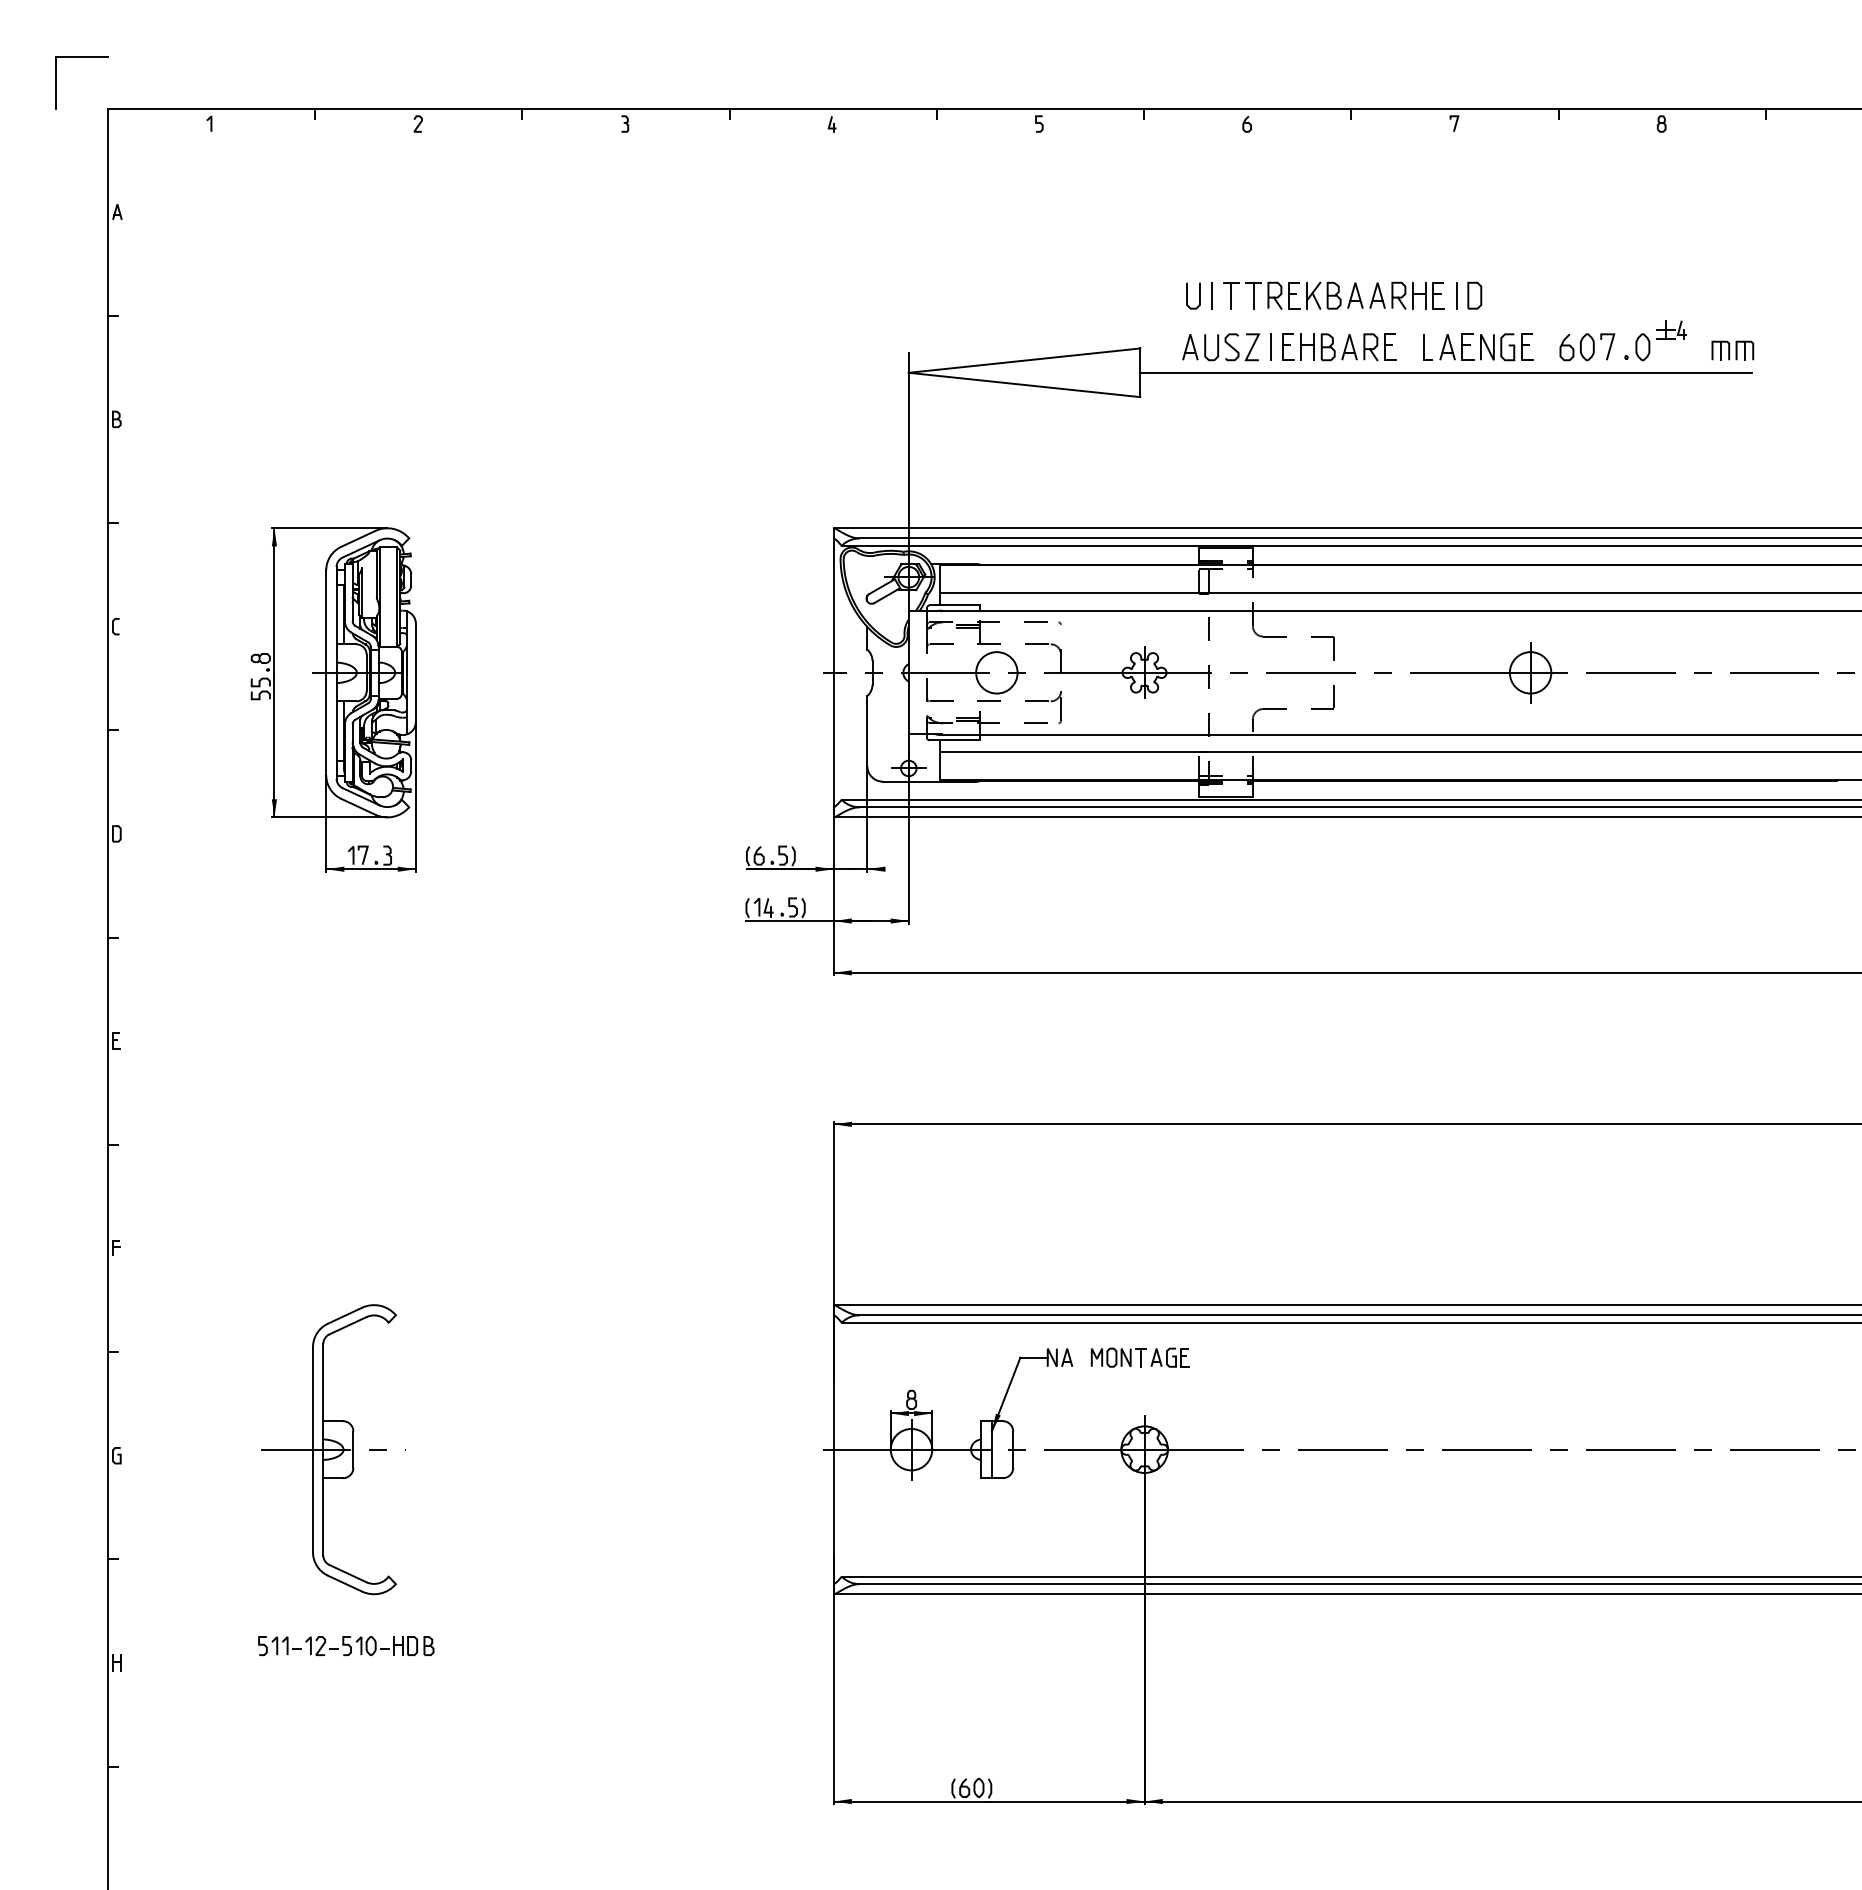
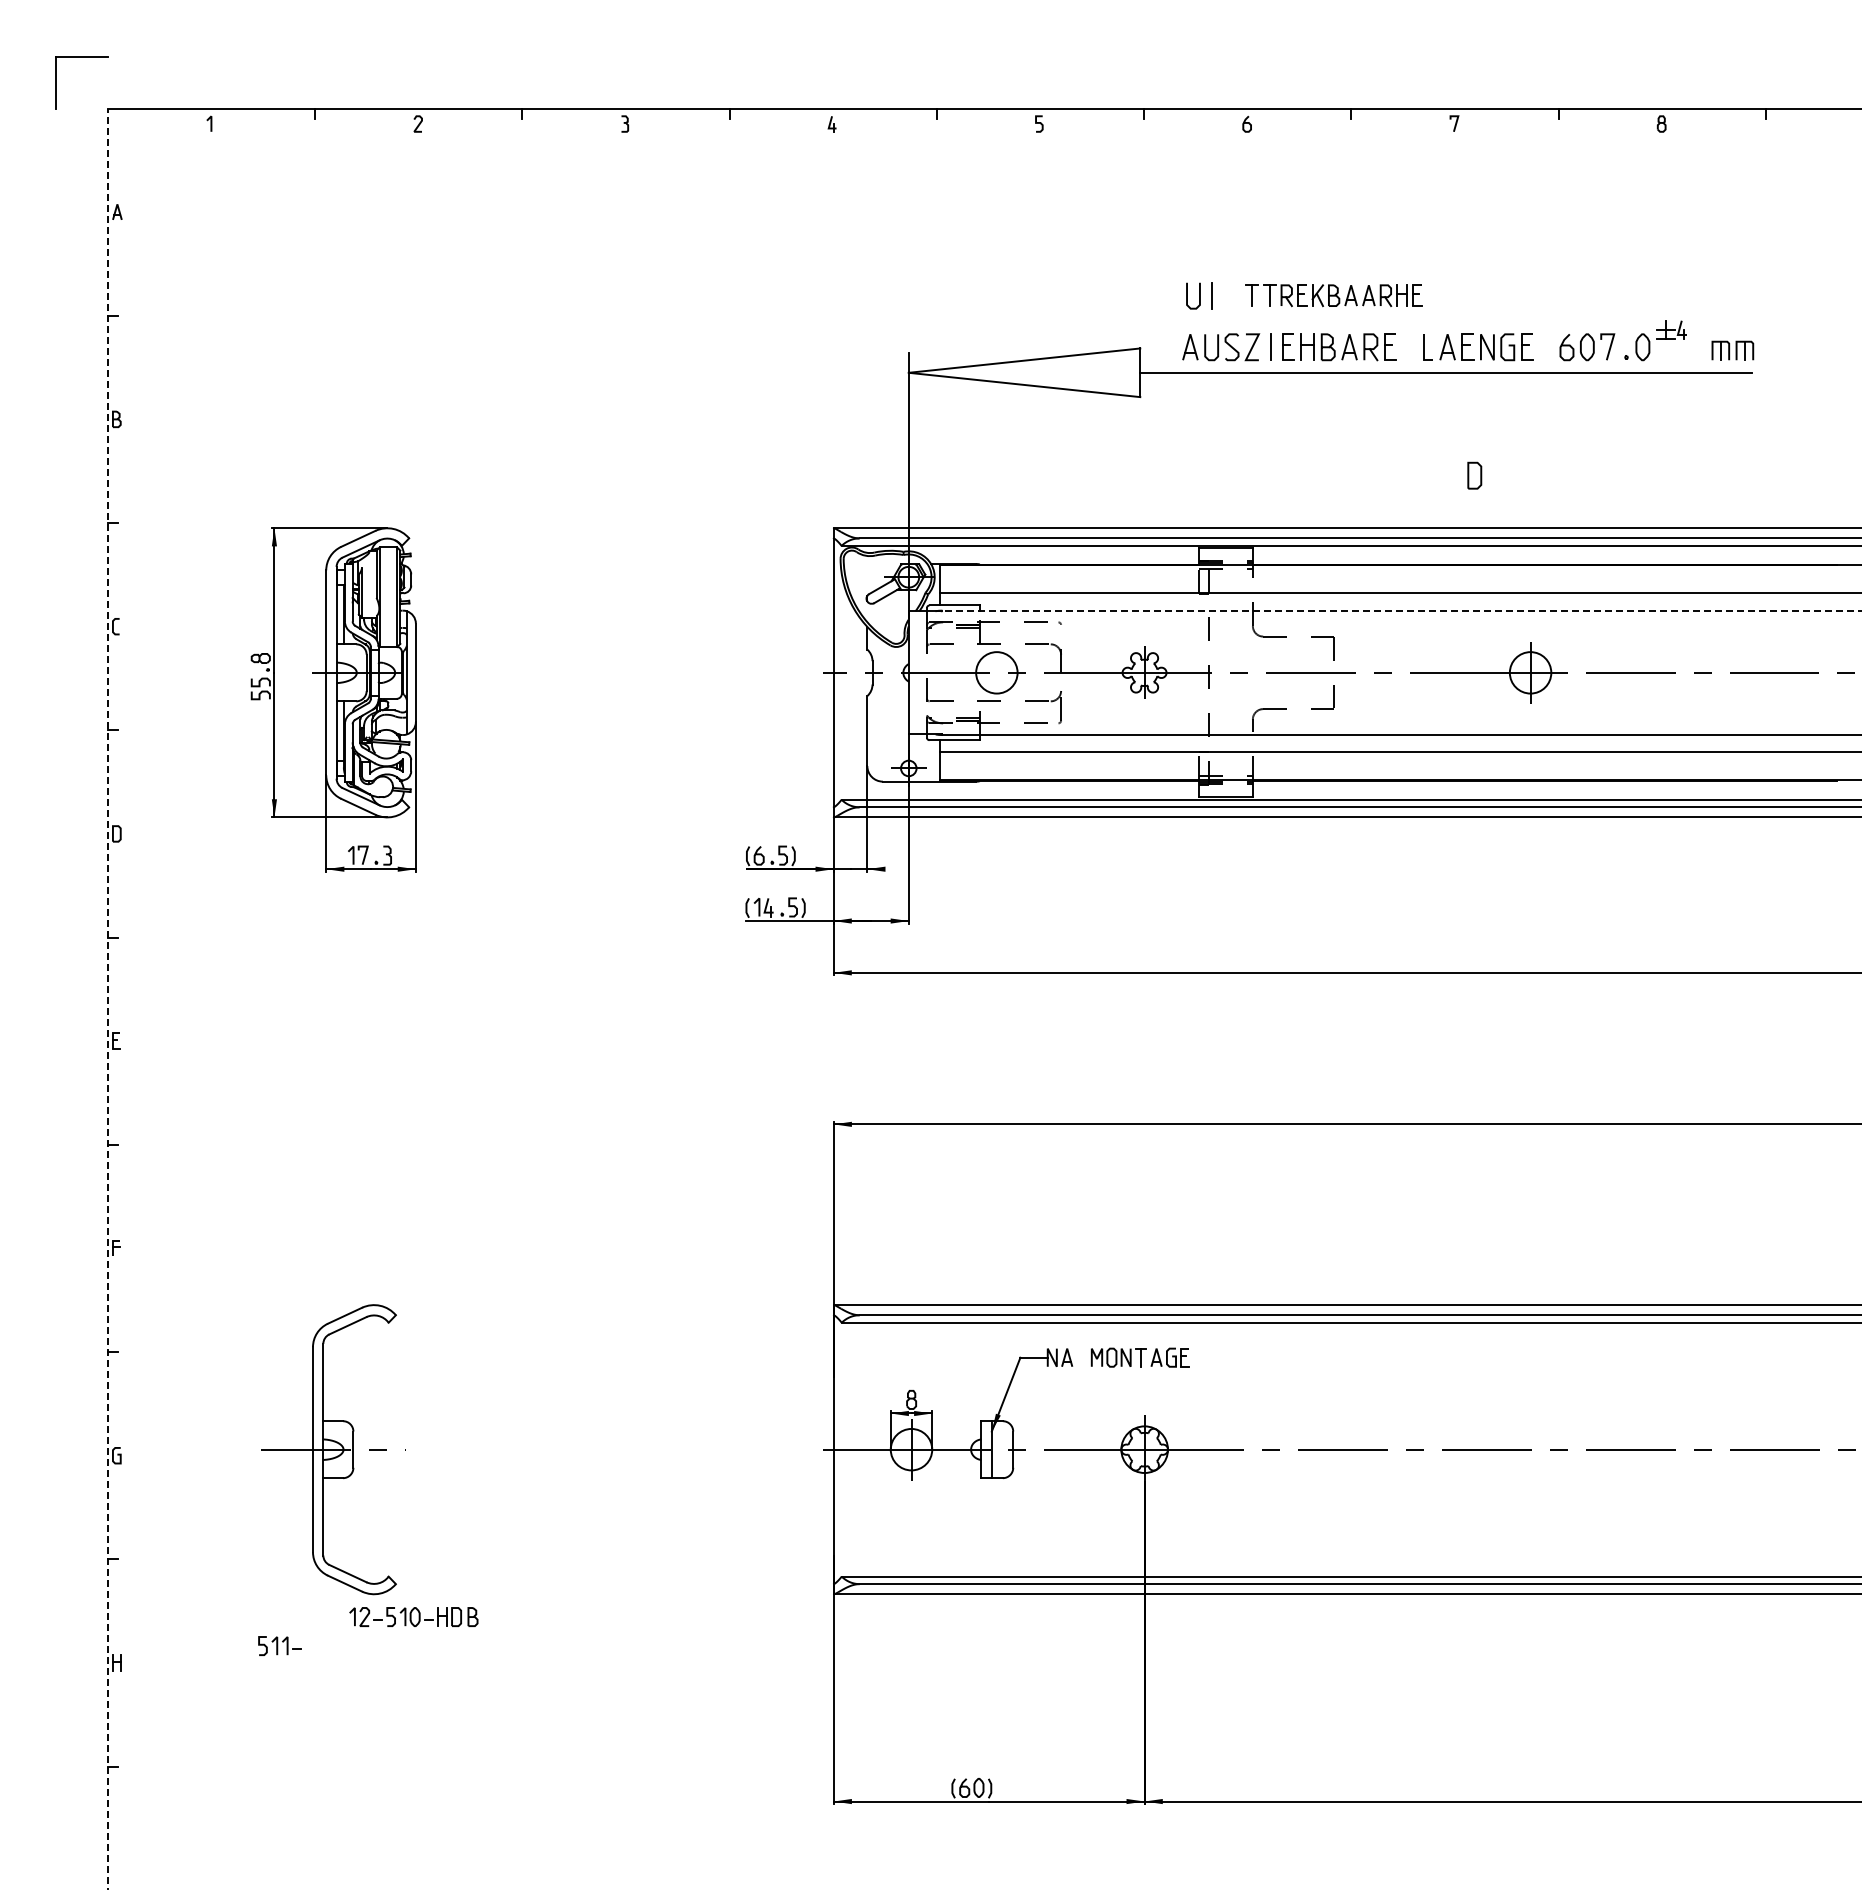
part at (1333, 295) size: 222x29 px -> 178x24 px
line at (1456, 295): present -> none
part at (1474, 295) position: (1474, 295) -> (1474, 475)
line at (1401, 610): solid -> dashed
line at (107, 998): solid -> dashed
part at (369, 1645) position: (369, 1645) -> (413, 1616)
